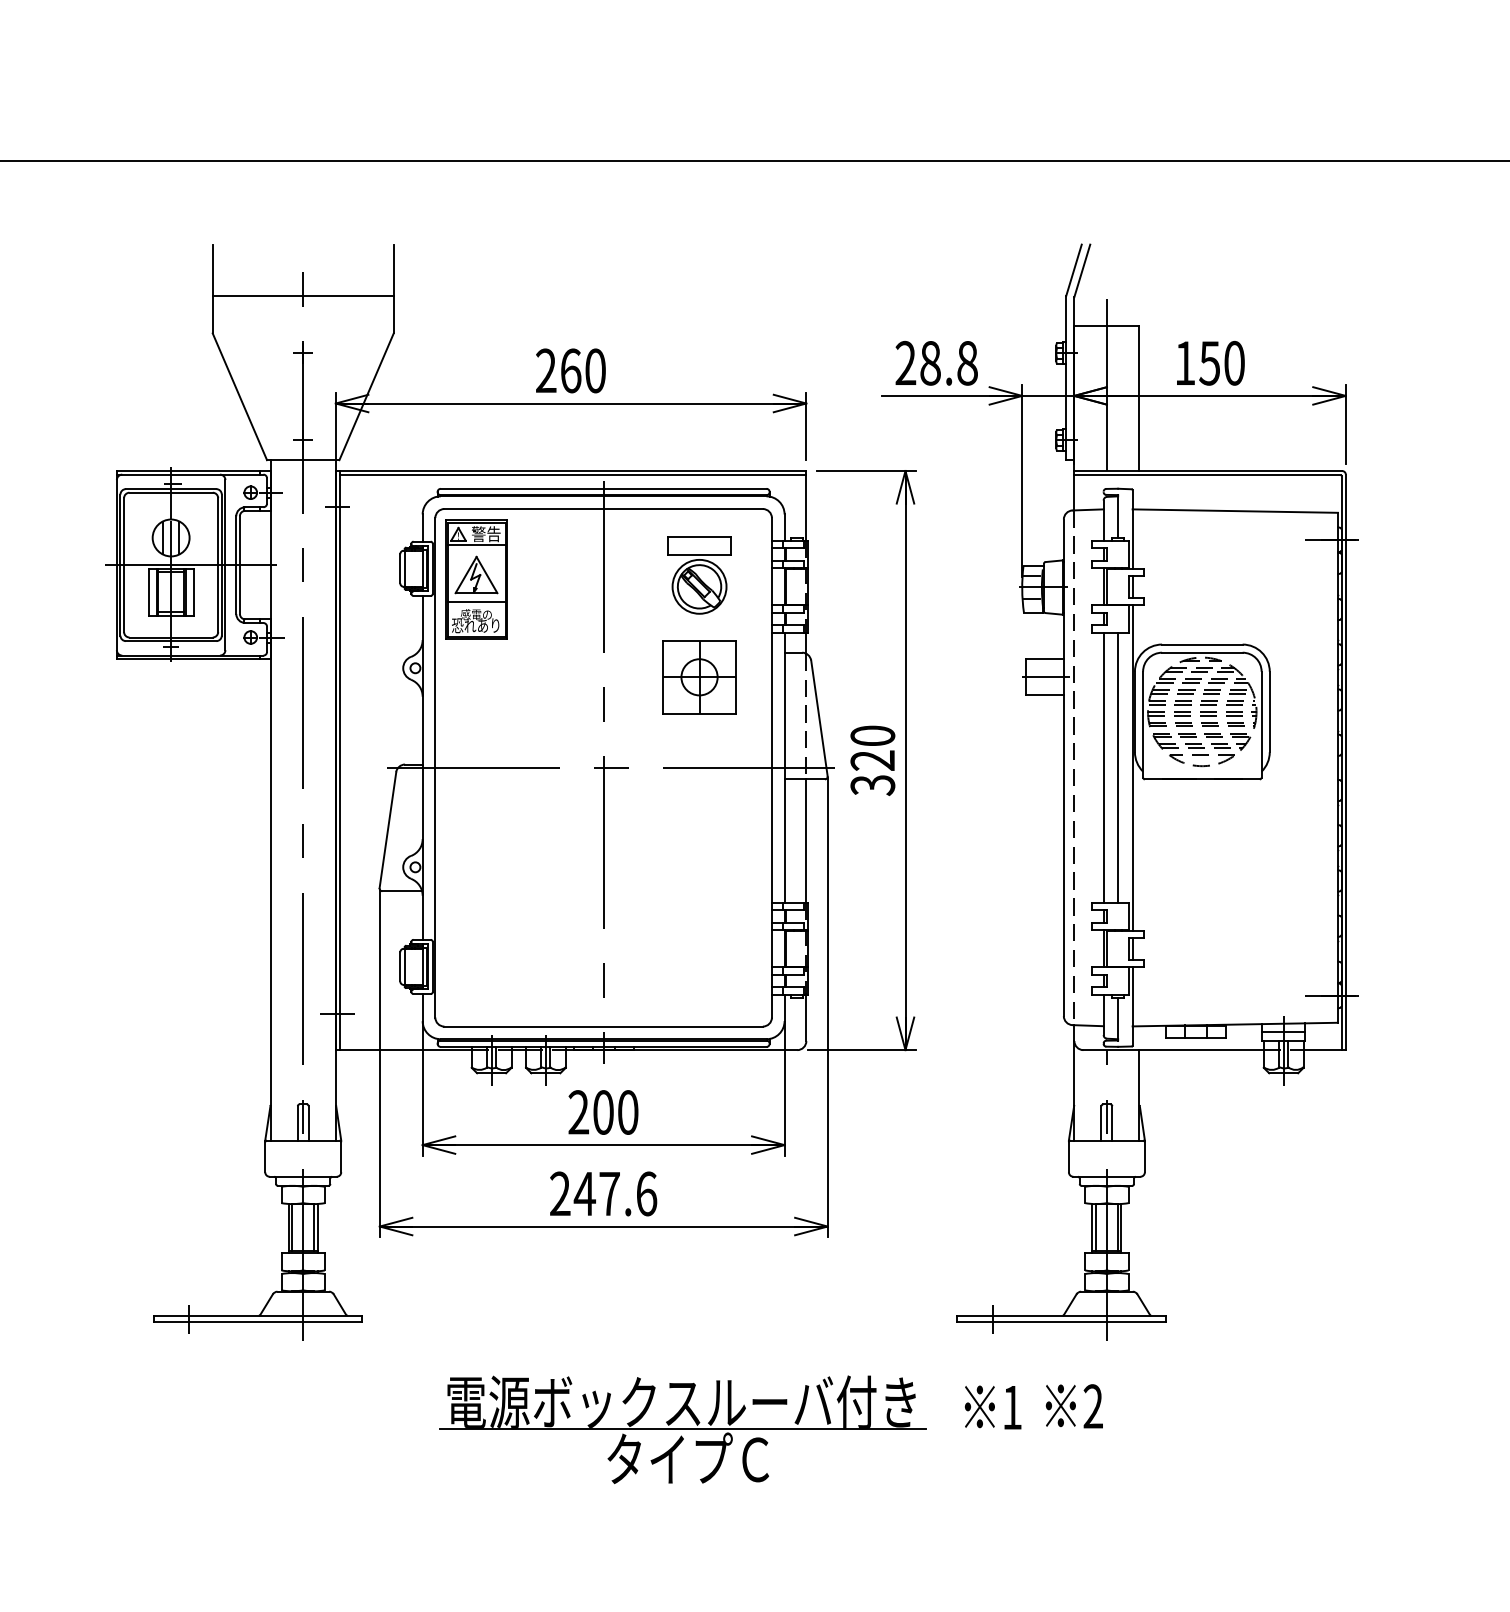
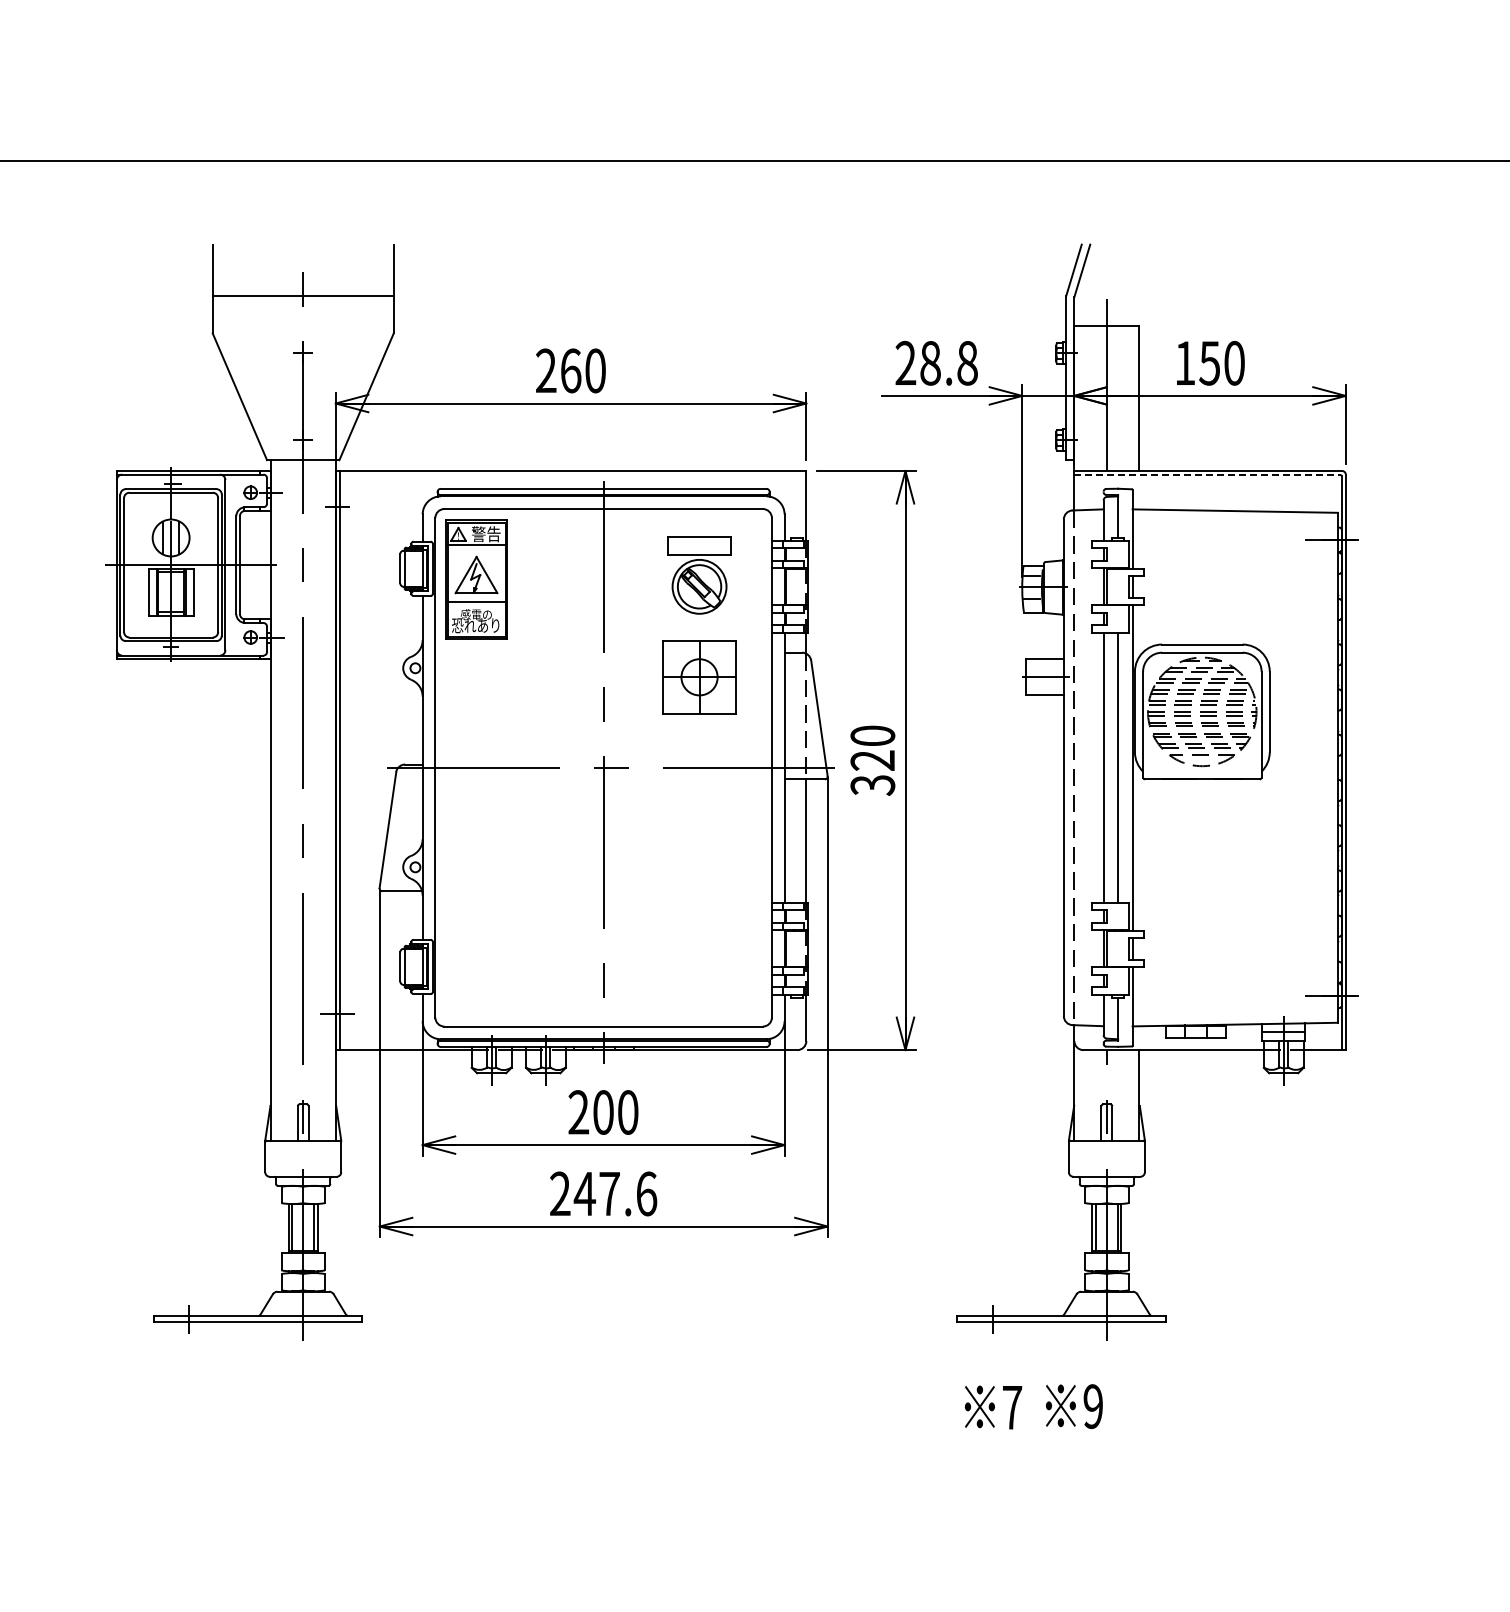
line at (573, 475): present -> none
line at (1208, 475): solid -> dashed
text at (1092, 1406): 2 -> 9
text at (1012, 1407): 1 -> 7
part at (682, 1429): present -> none
